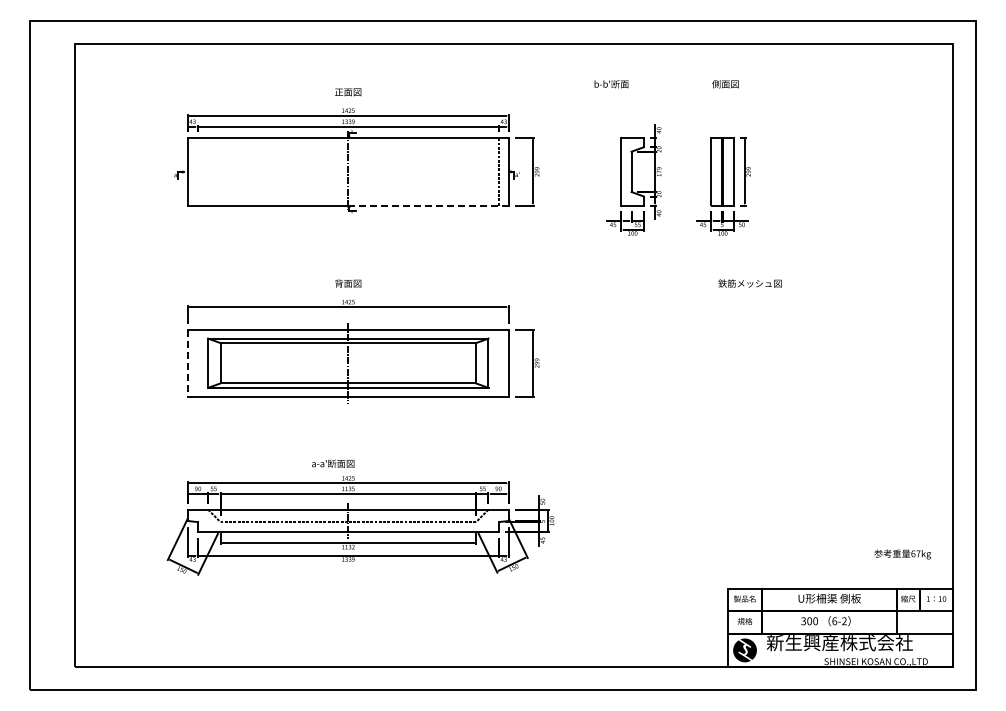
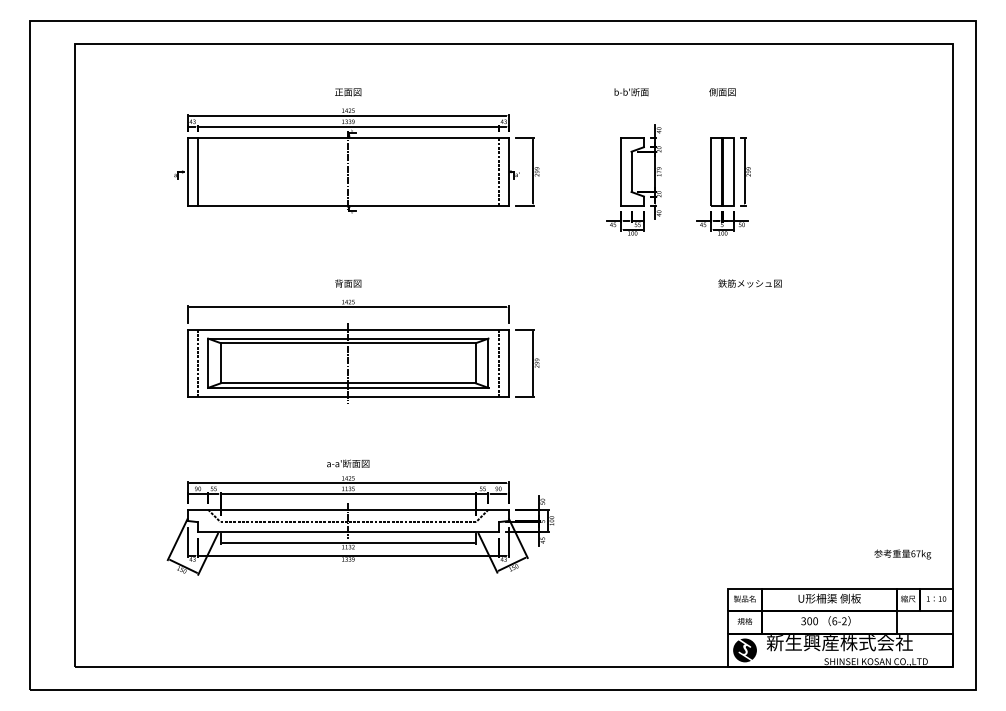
text at (611, 84) position: (611, 84) -> (631, 92)
text at (725, 84) position: (725, 84) -> (722, 92)
line at (197, 171): none -> present
line at (429, 205): dashed -> solid
line at (197, 362): none -> present
line at (499, 362): none -> present
line at (187, 363): dashed -> solid
text at (333, 463) position: (333, 463) -> (348, 463)
